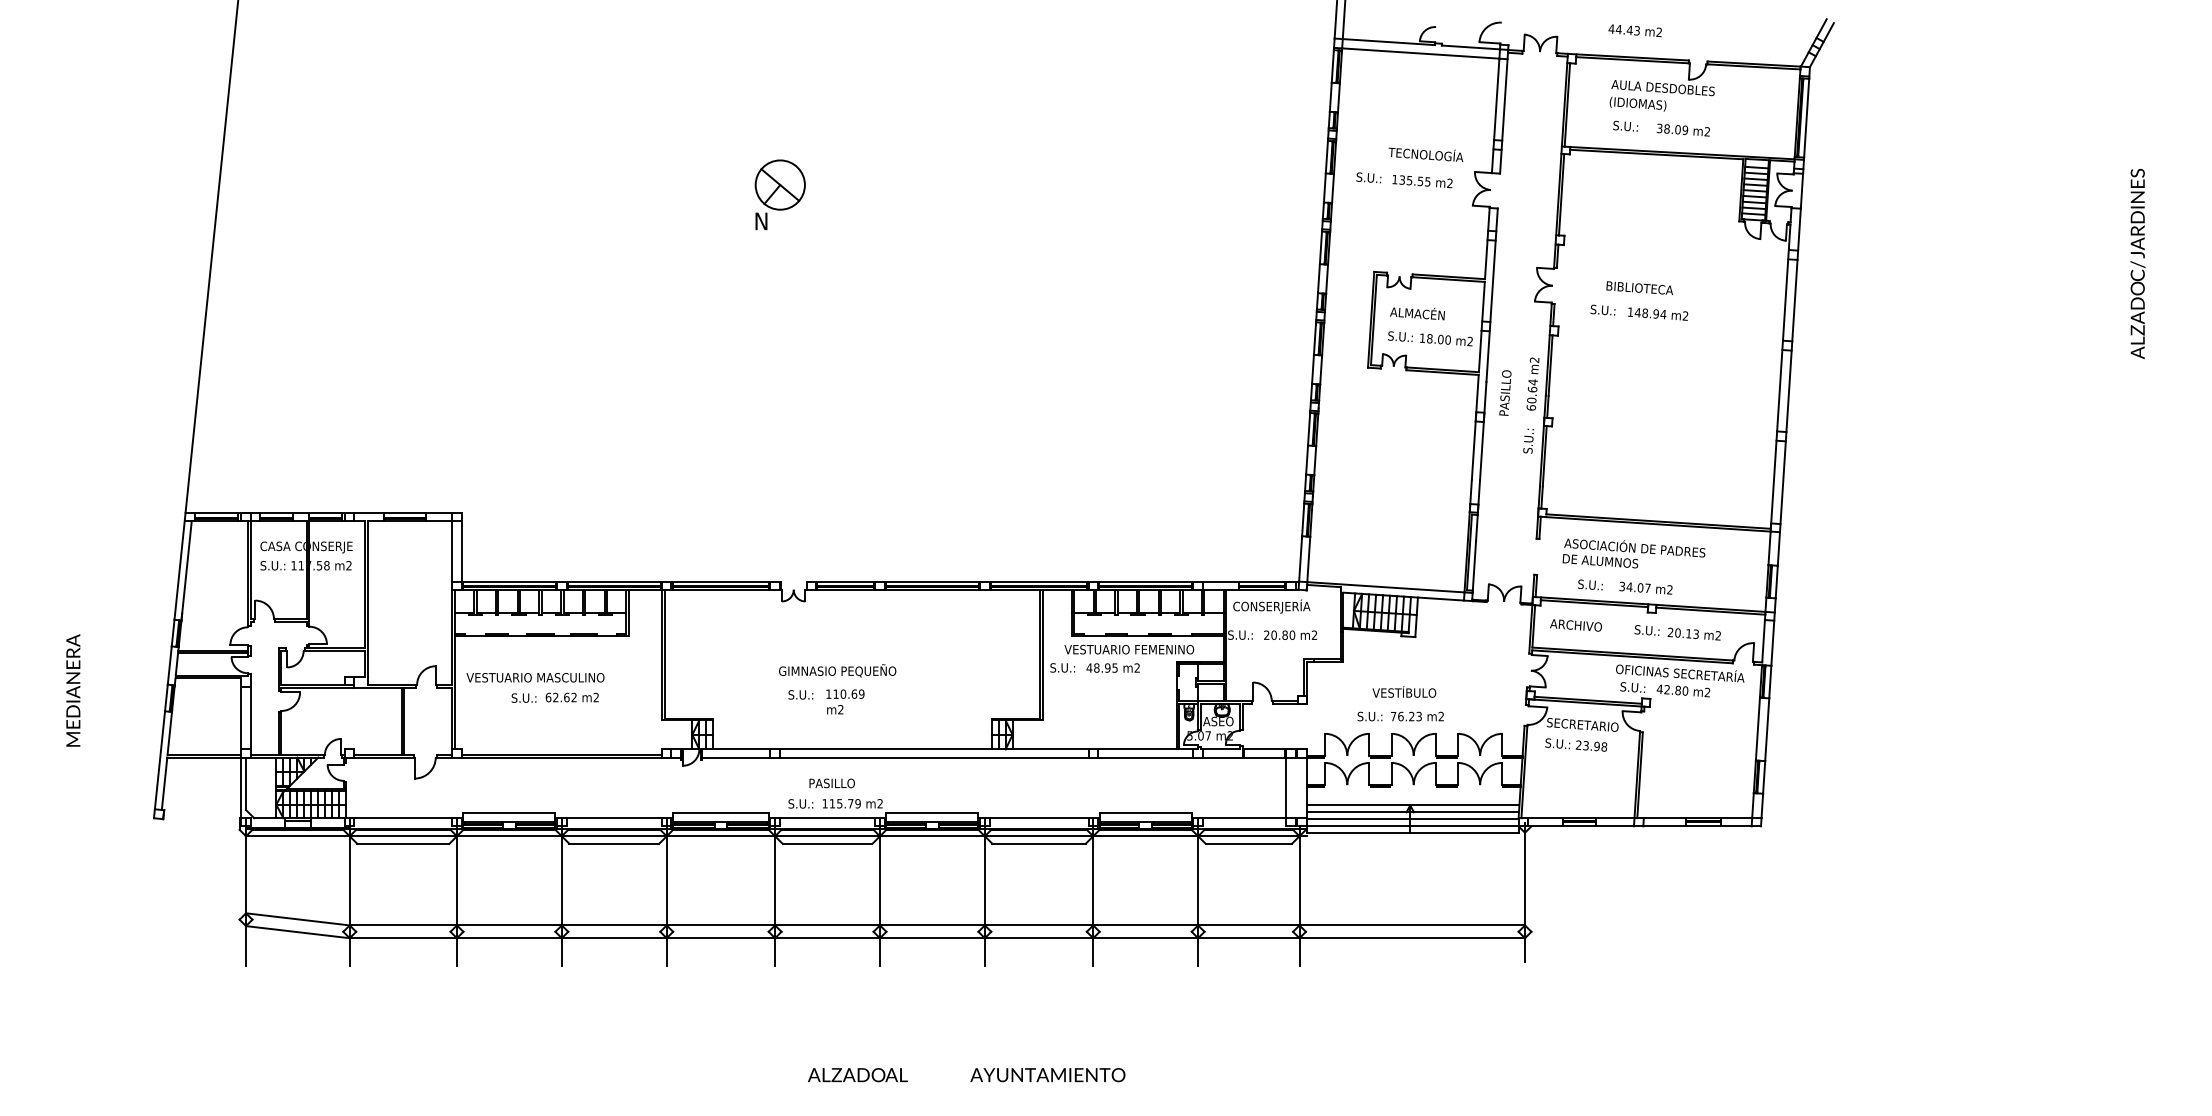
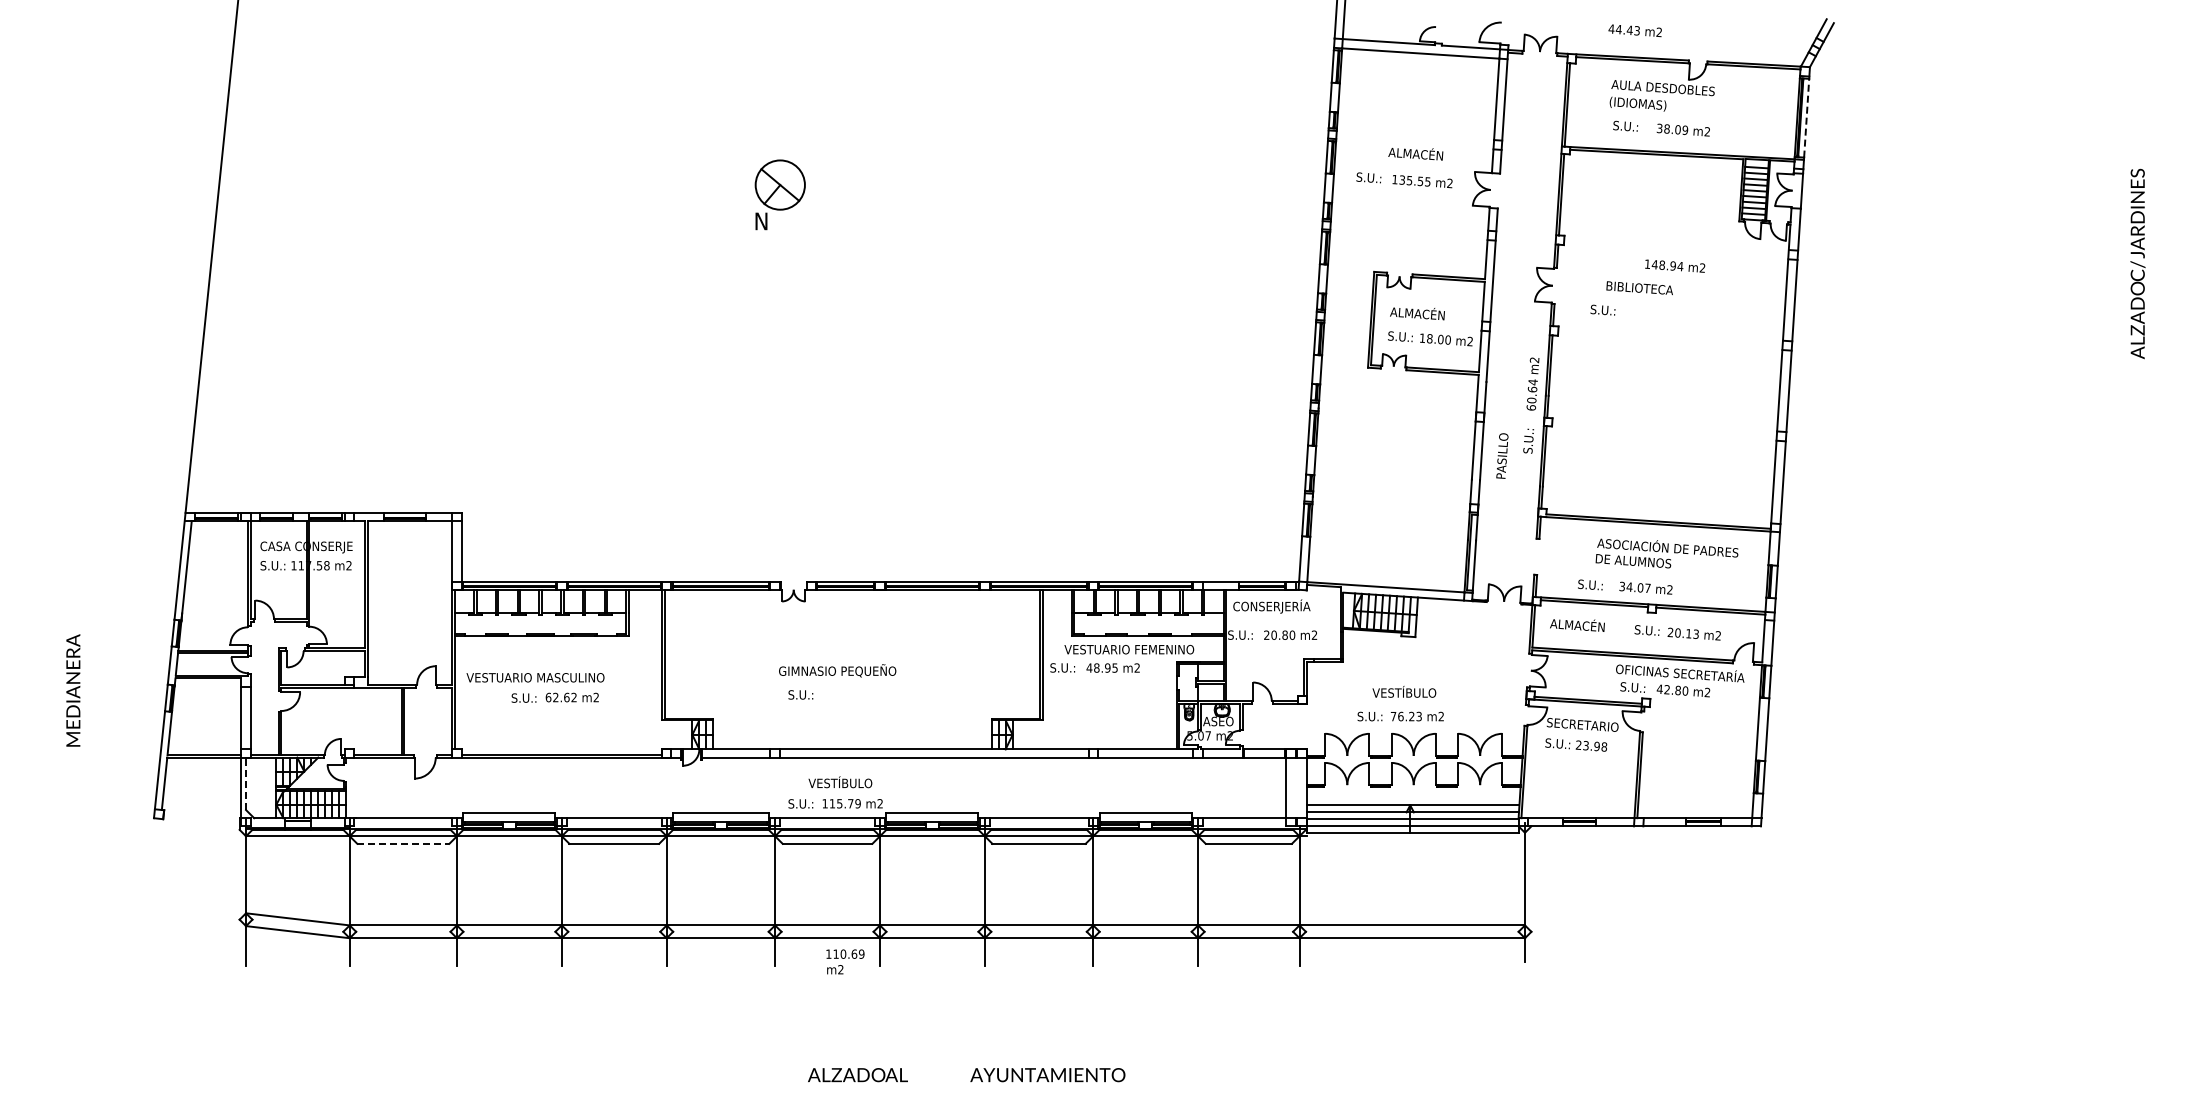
line at (1806, 117): solid -> dashed
text at (1425, 154): TECNOLOGÍA -> ALMACÉN
text at (1658, 313) position: (1658, 313) -> (1675, 265)
text at (1505, 392) position: (1505, 392) -> (1502, 455)
text at (1633, 553) position: (1633, 553) -> (1666, 553)
text at (1581, 625): ARCHIVO -> ALMACÉN
text at (845, 701) position: (845, 701) -> (845, 961)
text at (840, 782): PASILLO -> VESTÍBULO
line at (246, 783): solid -> dashed
line at (403, 843): solid -> dashed
